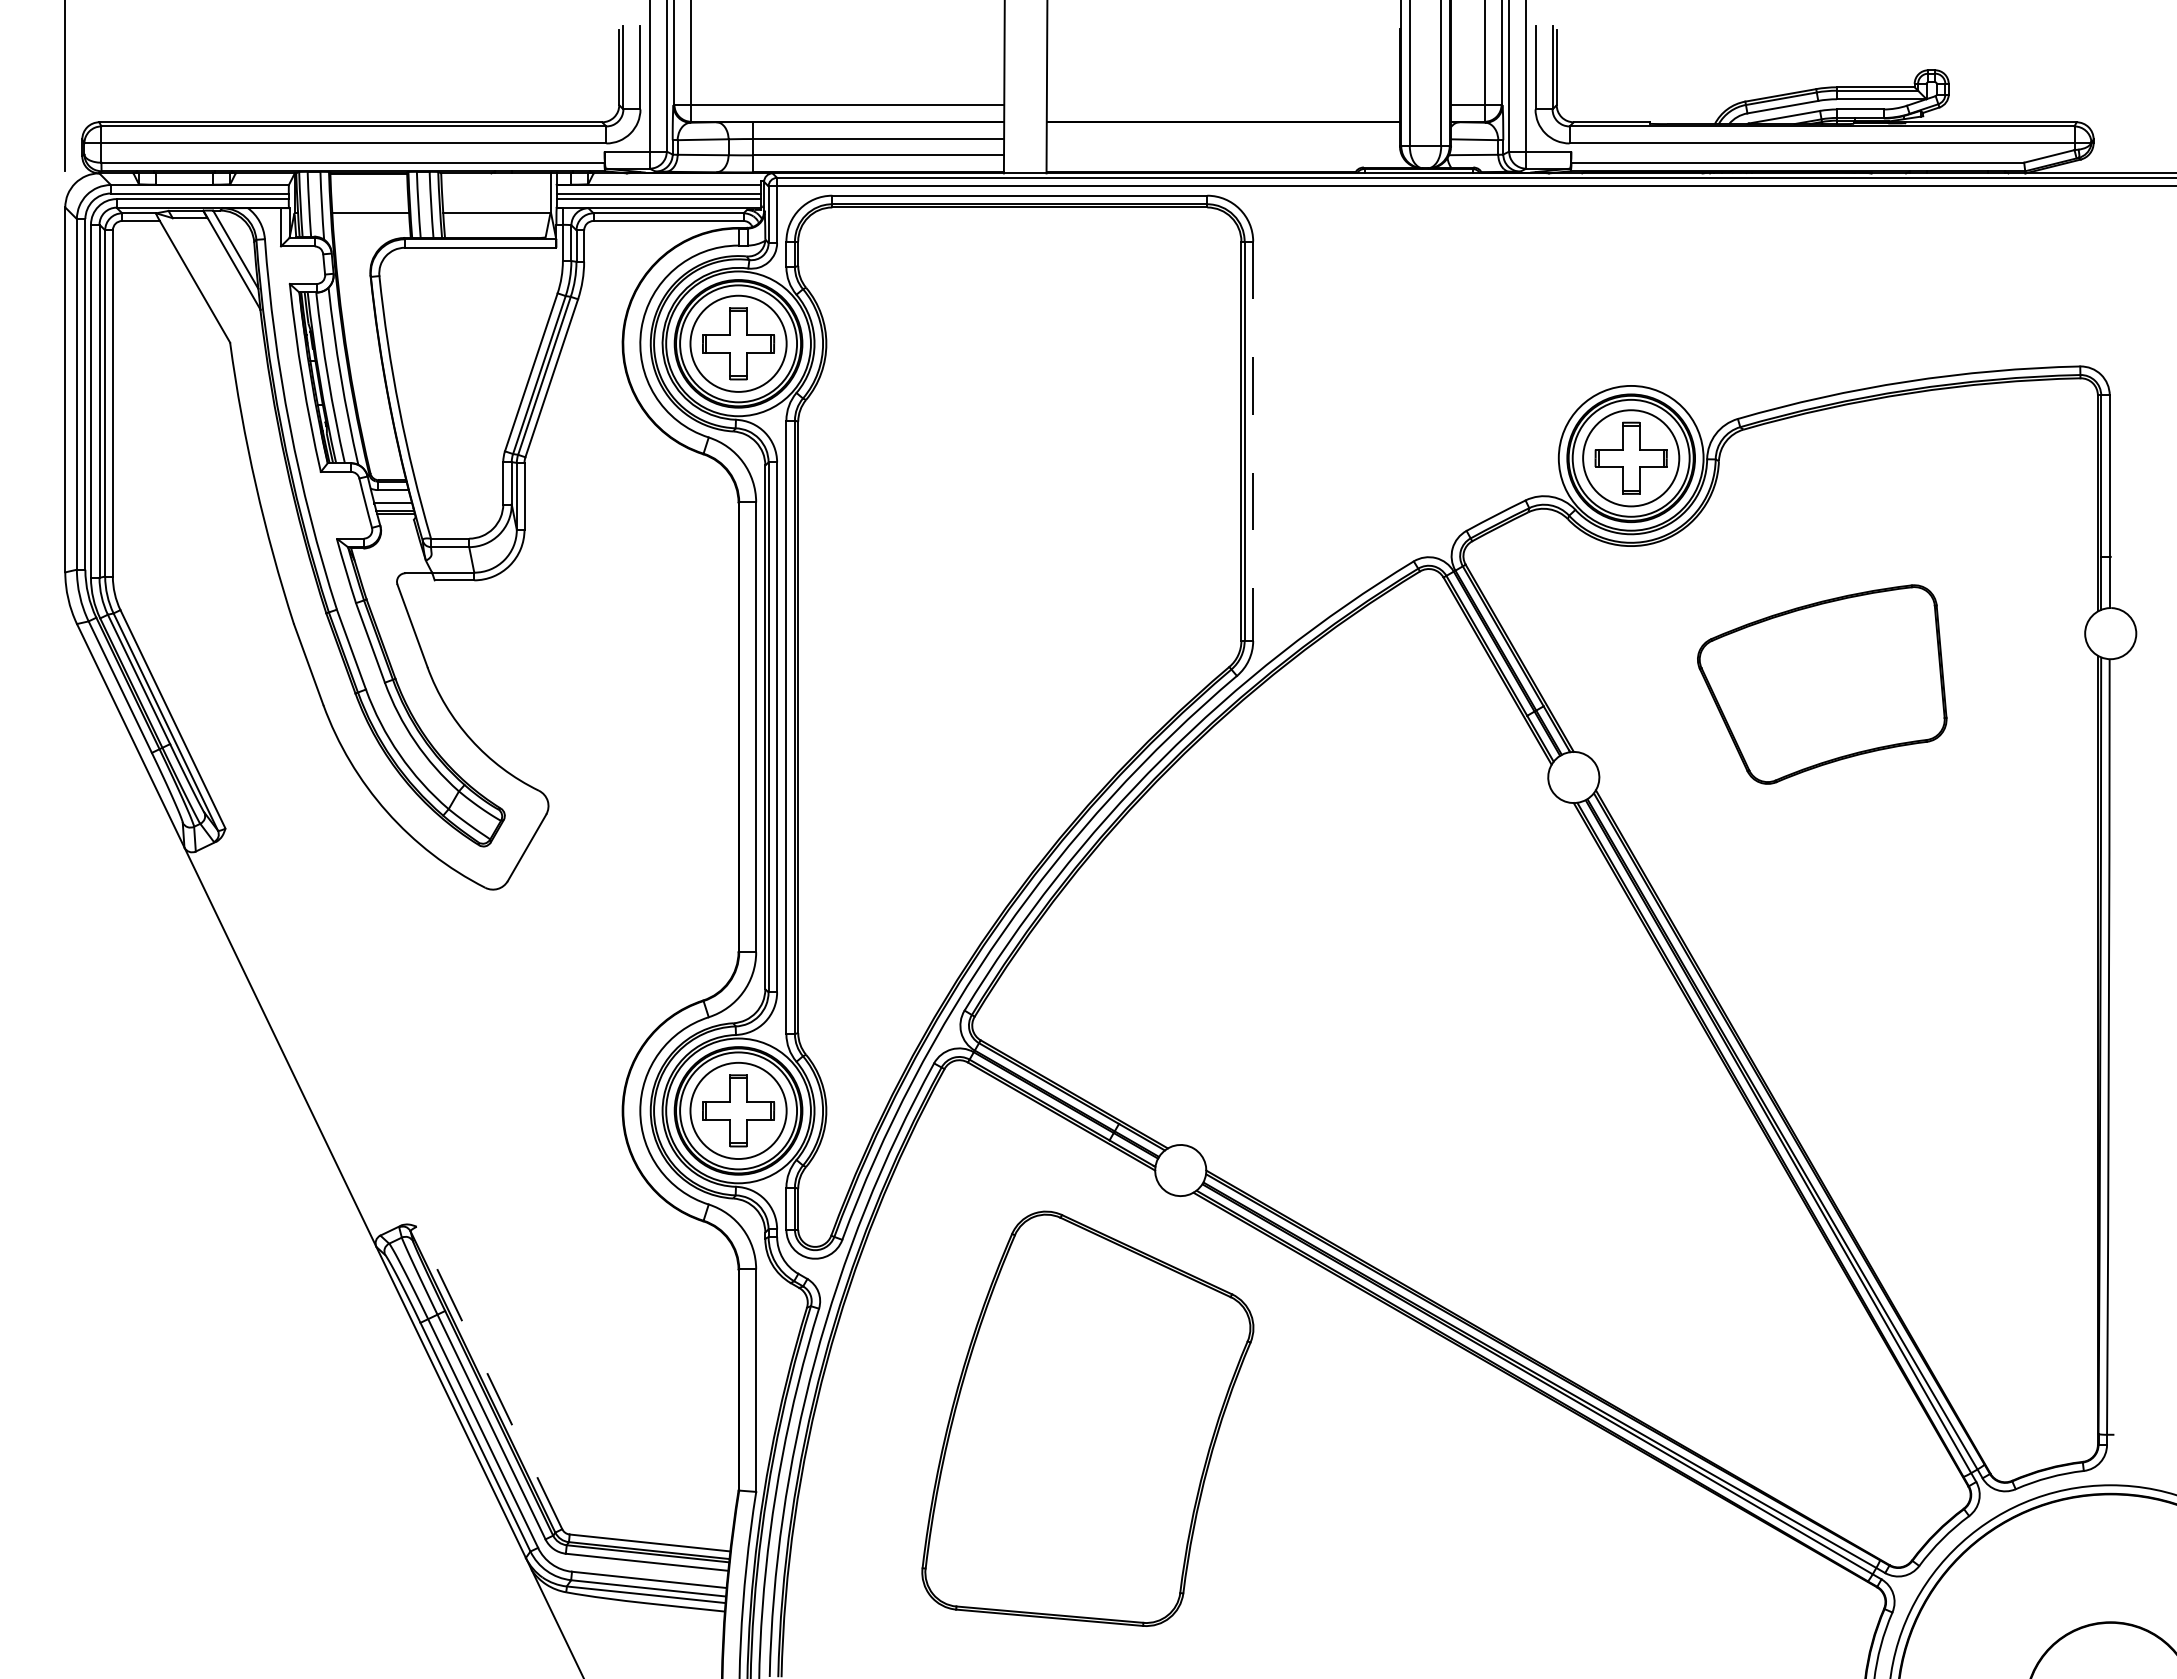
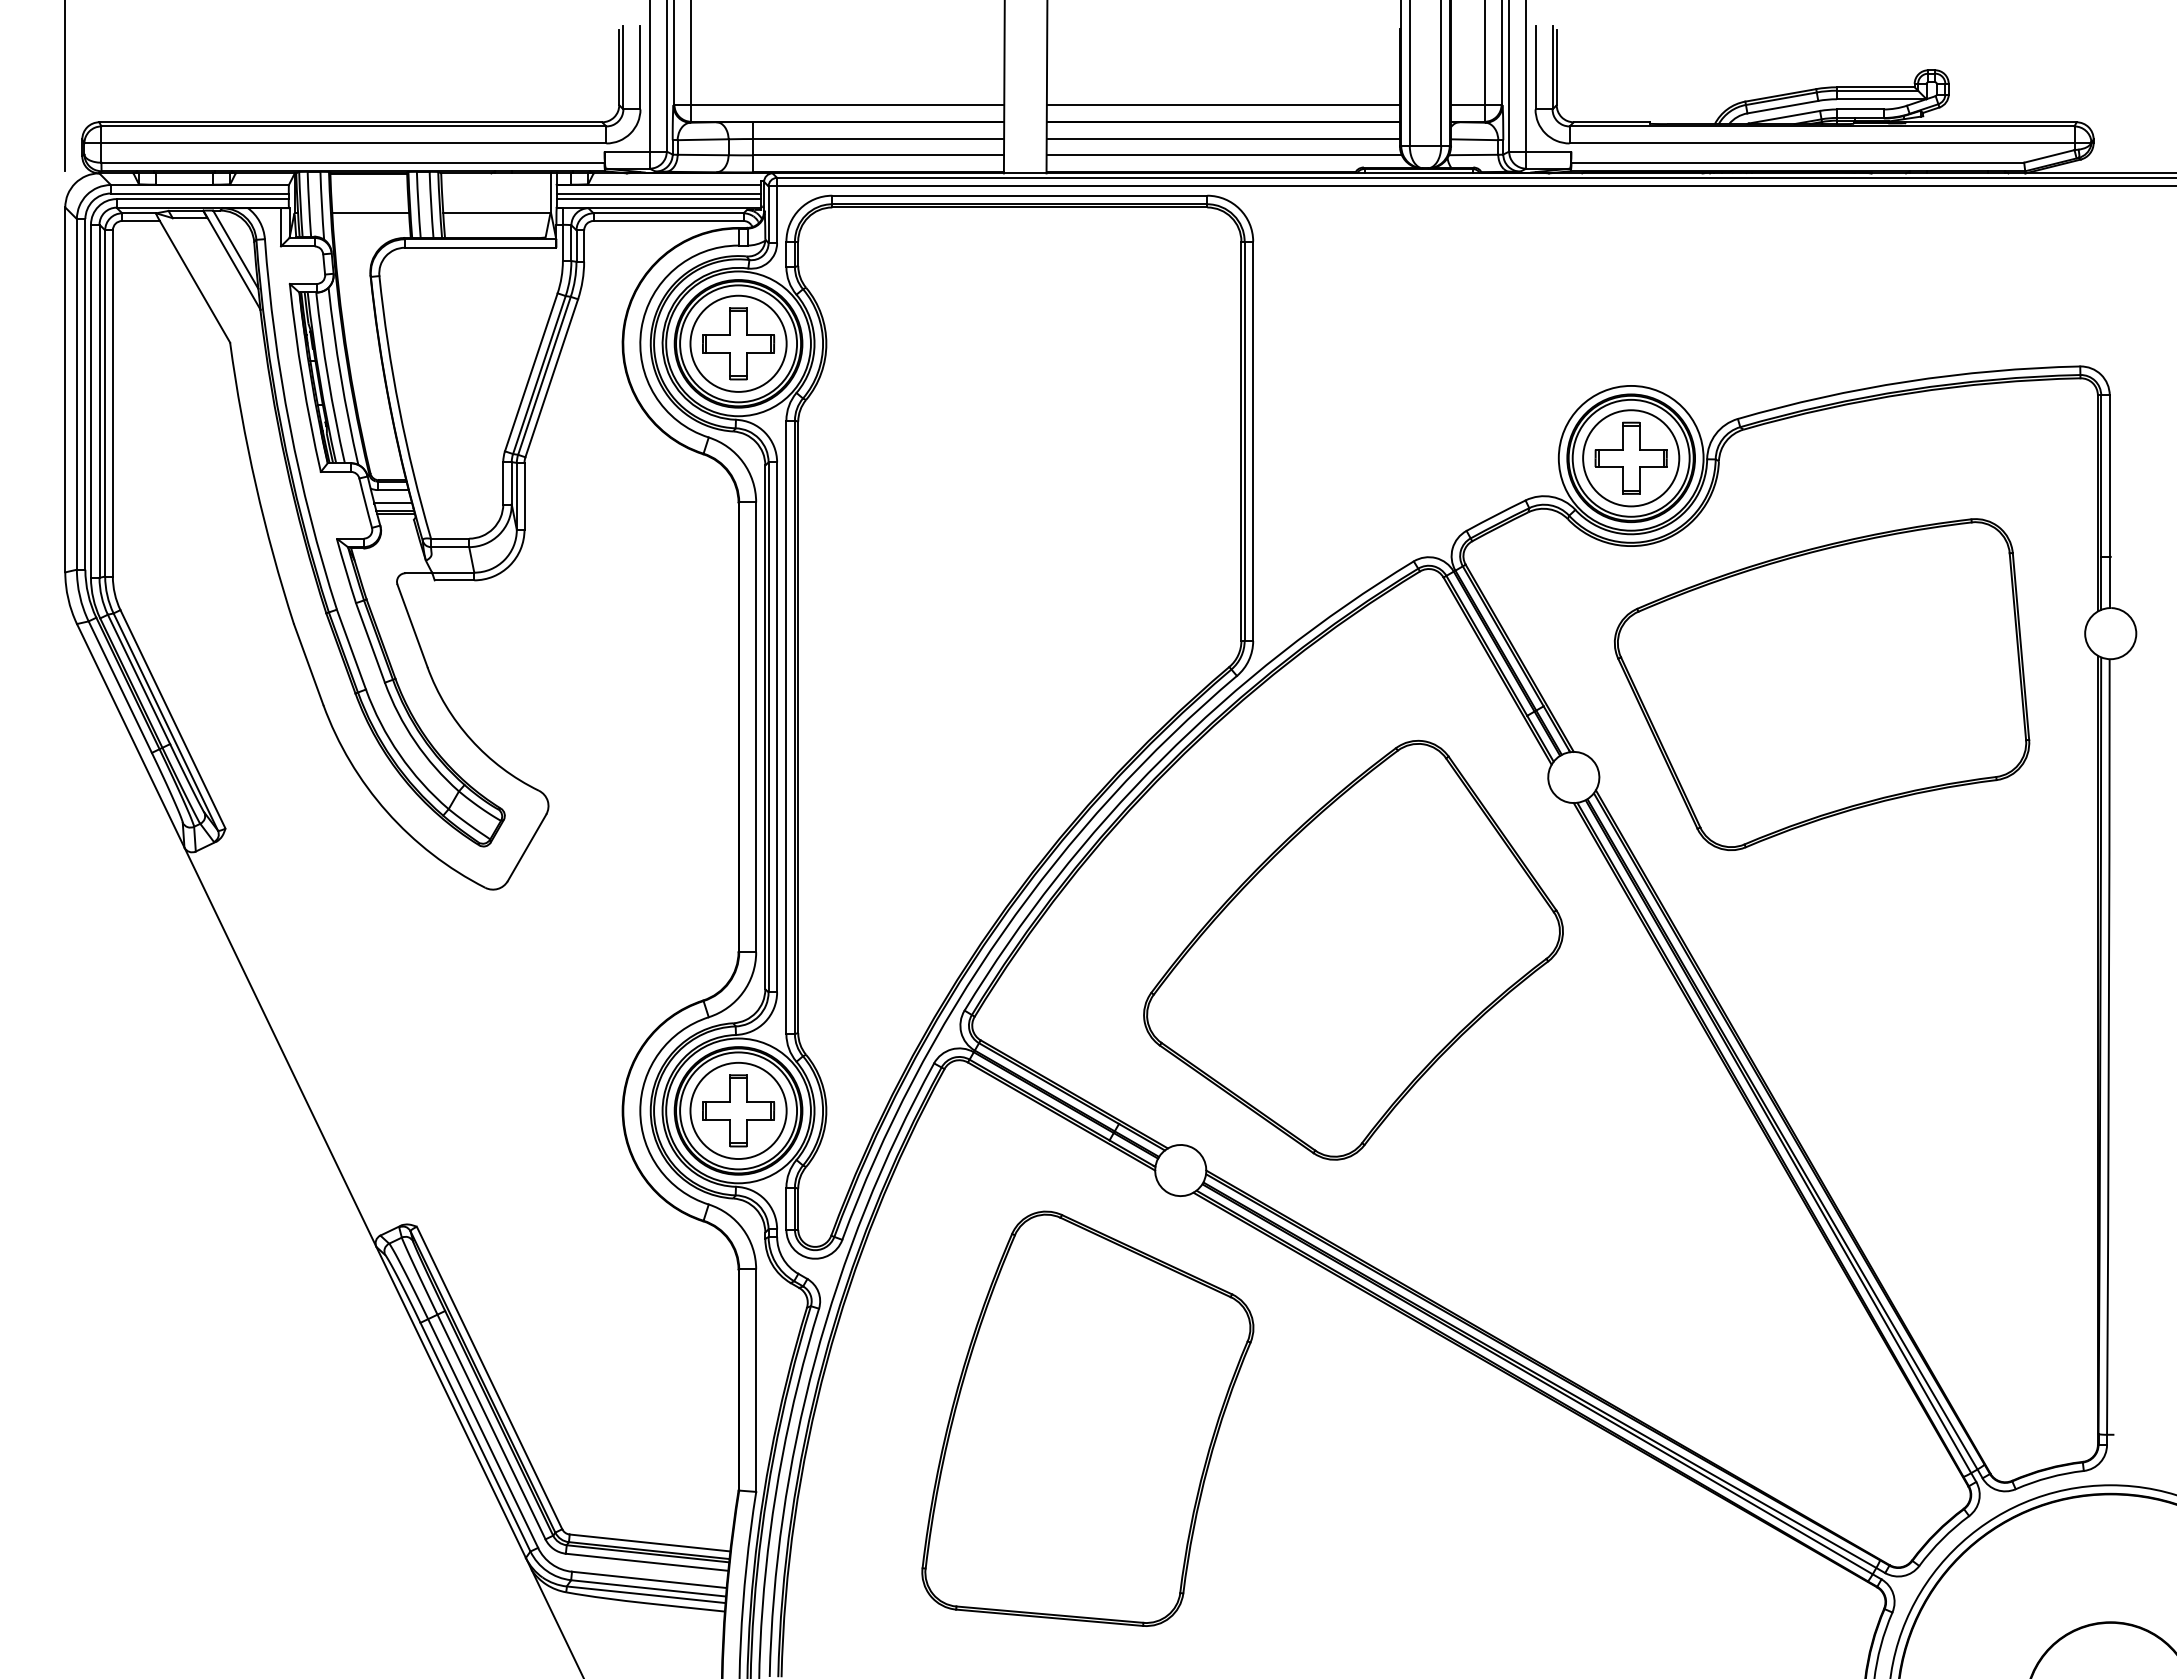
line at (1222, 104): none -> present
line at (1222, 139): none -> present
line at (1223, 155): none -> present
line at (1253, 441): dashed -> solid
part at (1822, 684) size: 251x201 px -> 417x333 px
part at (1353, 949): none -> present
line at (489, 1378): dashed -> solid
